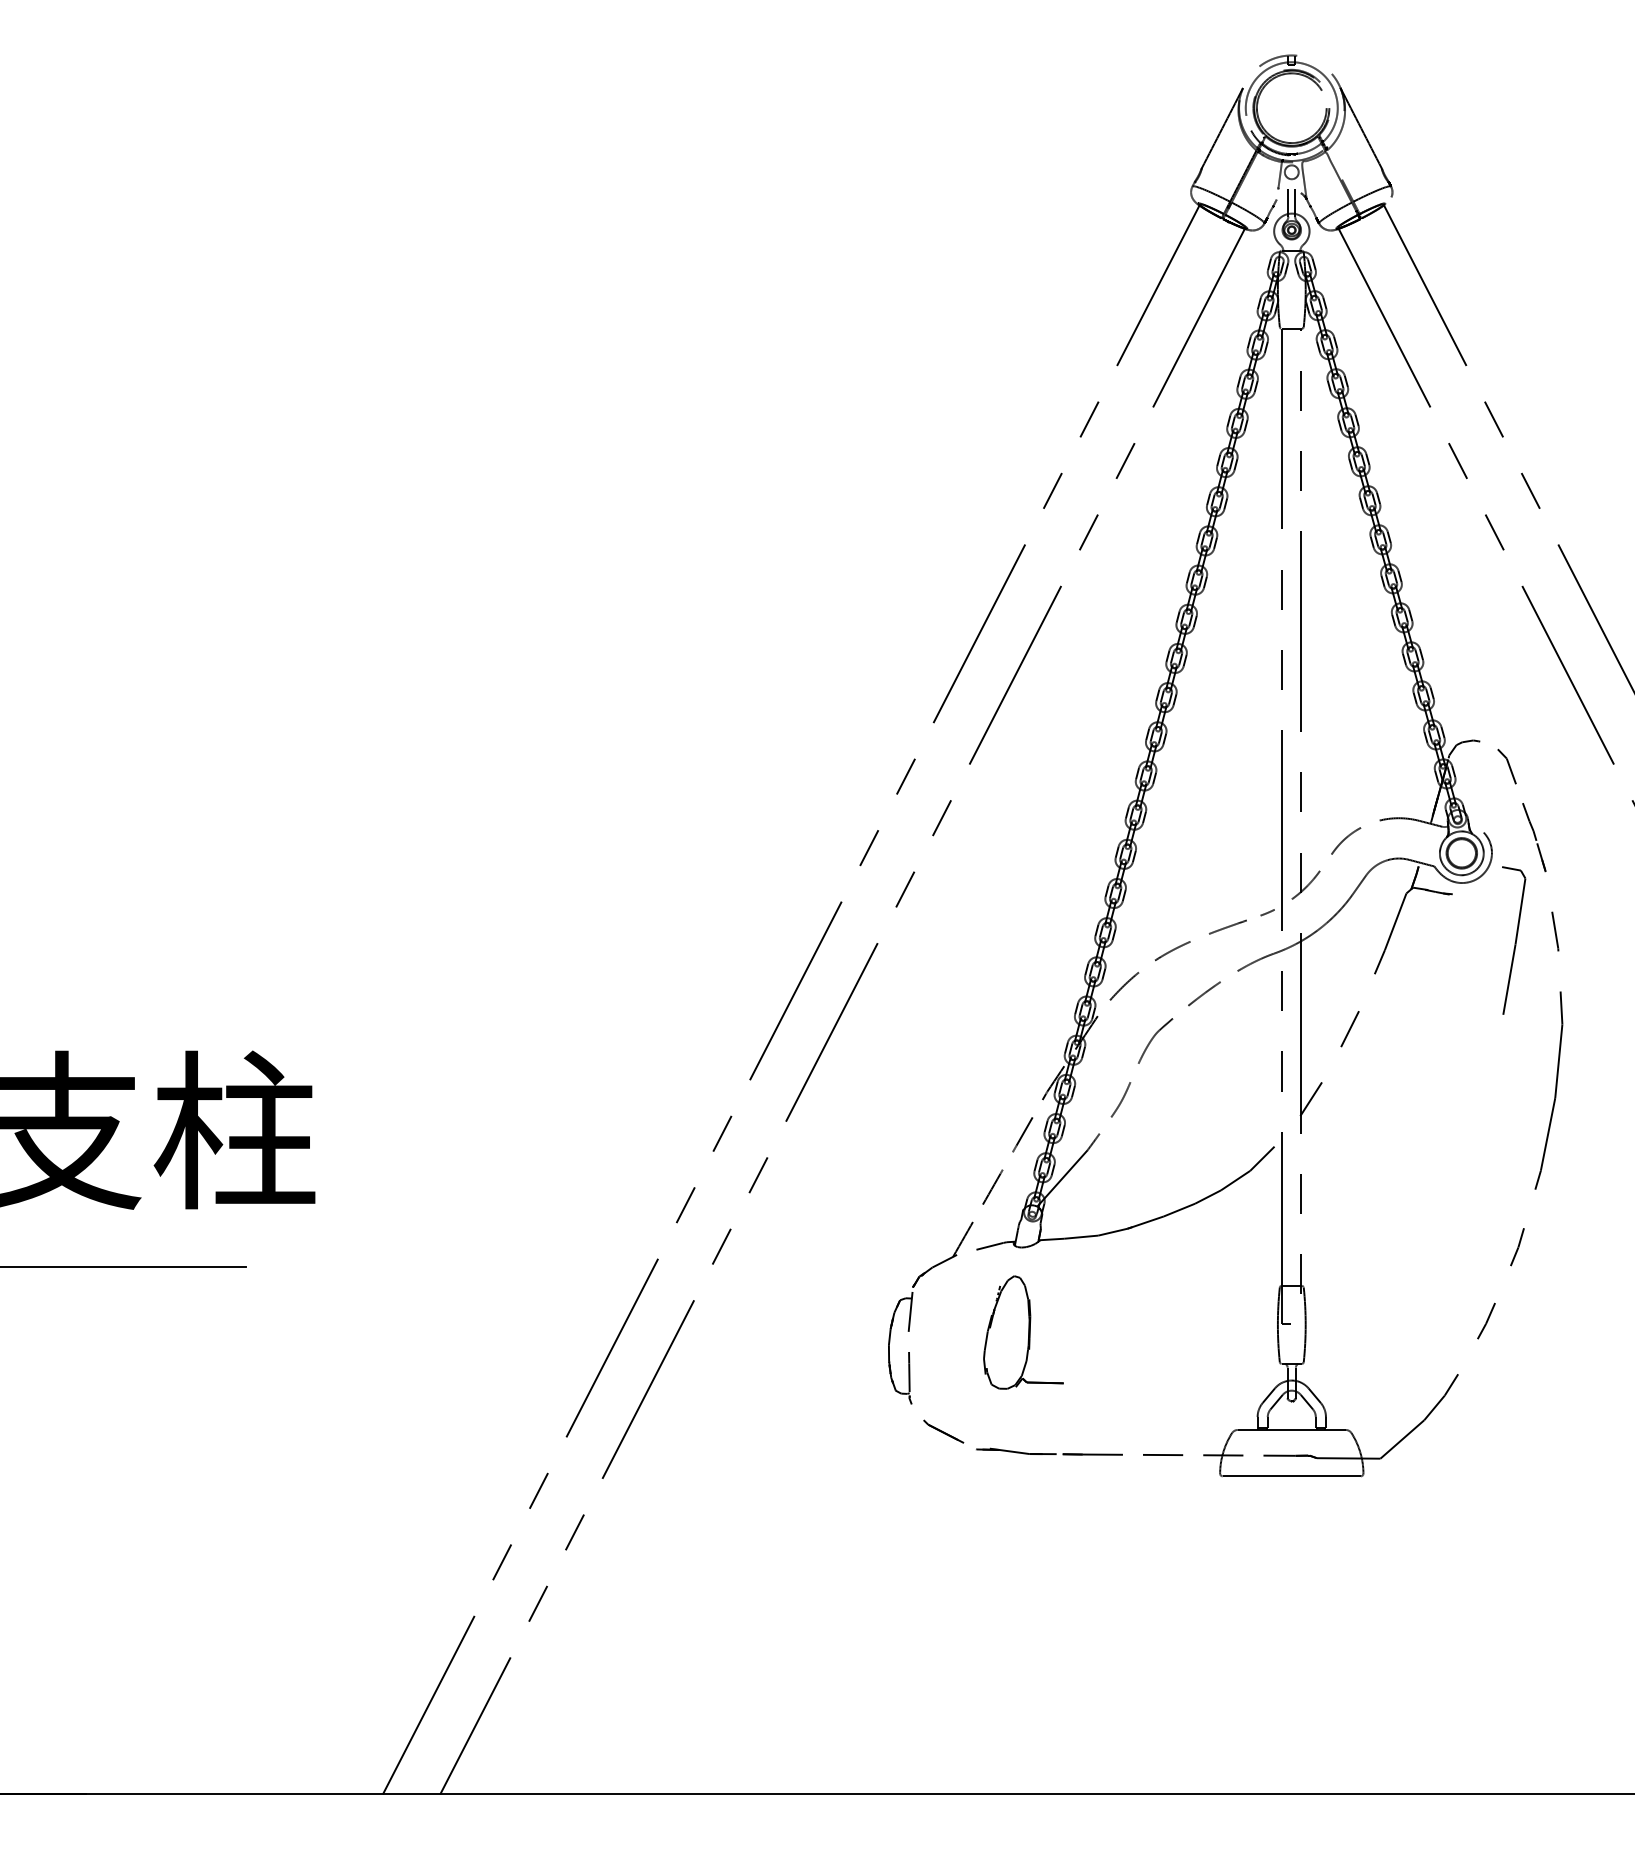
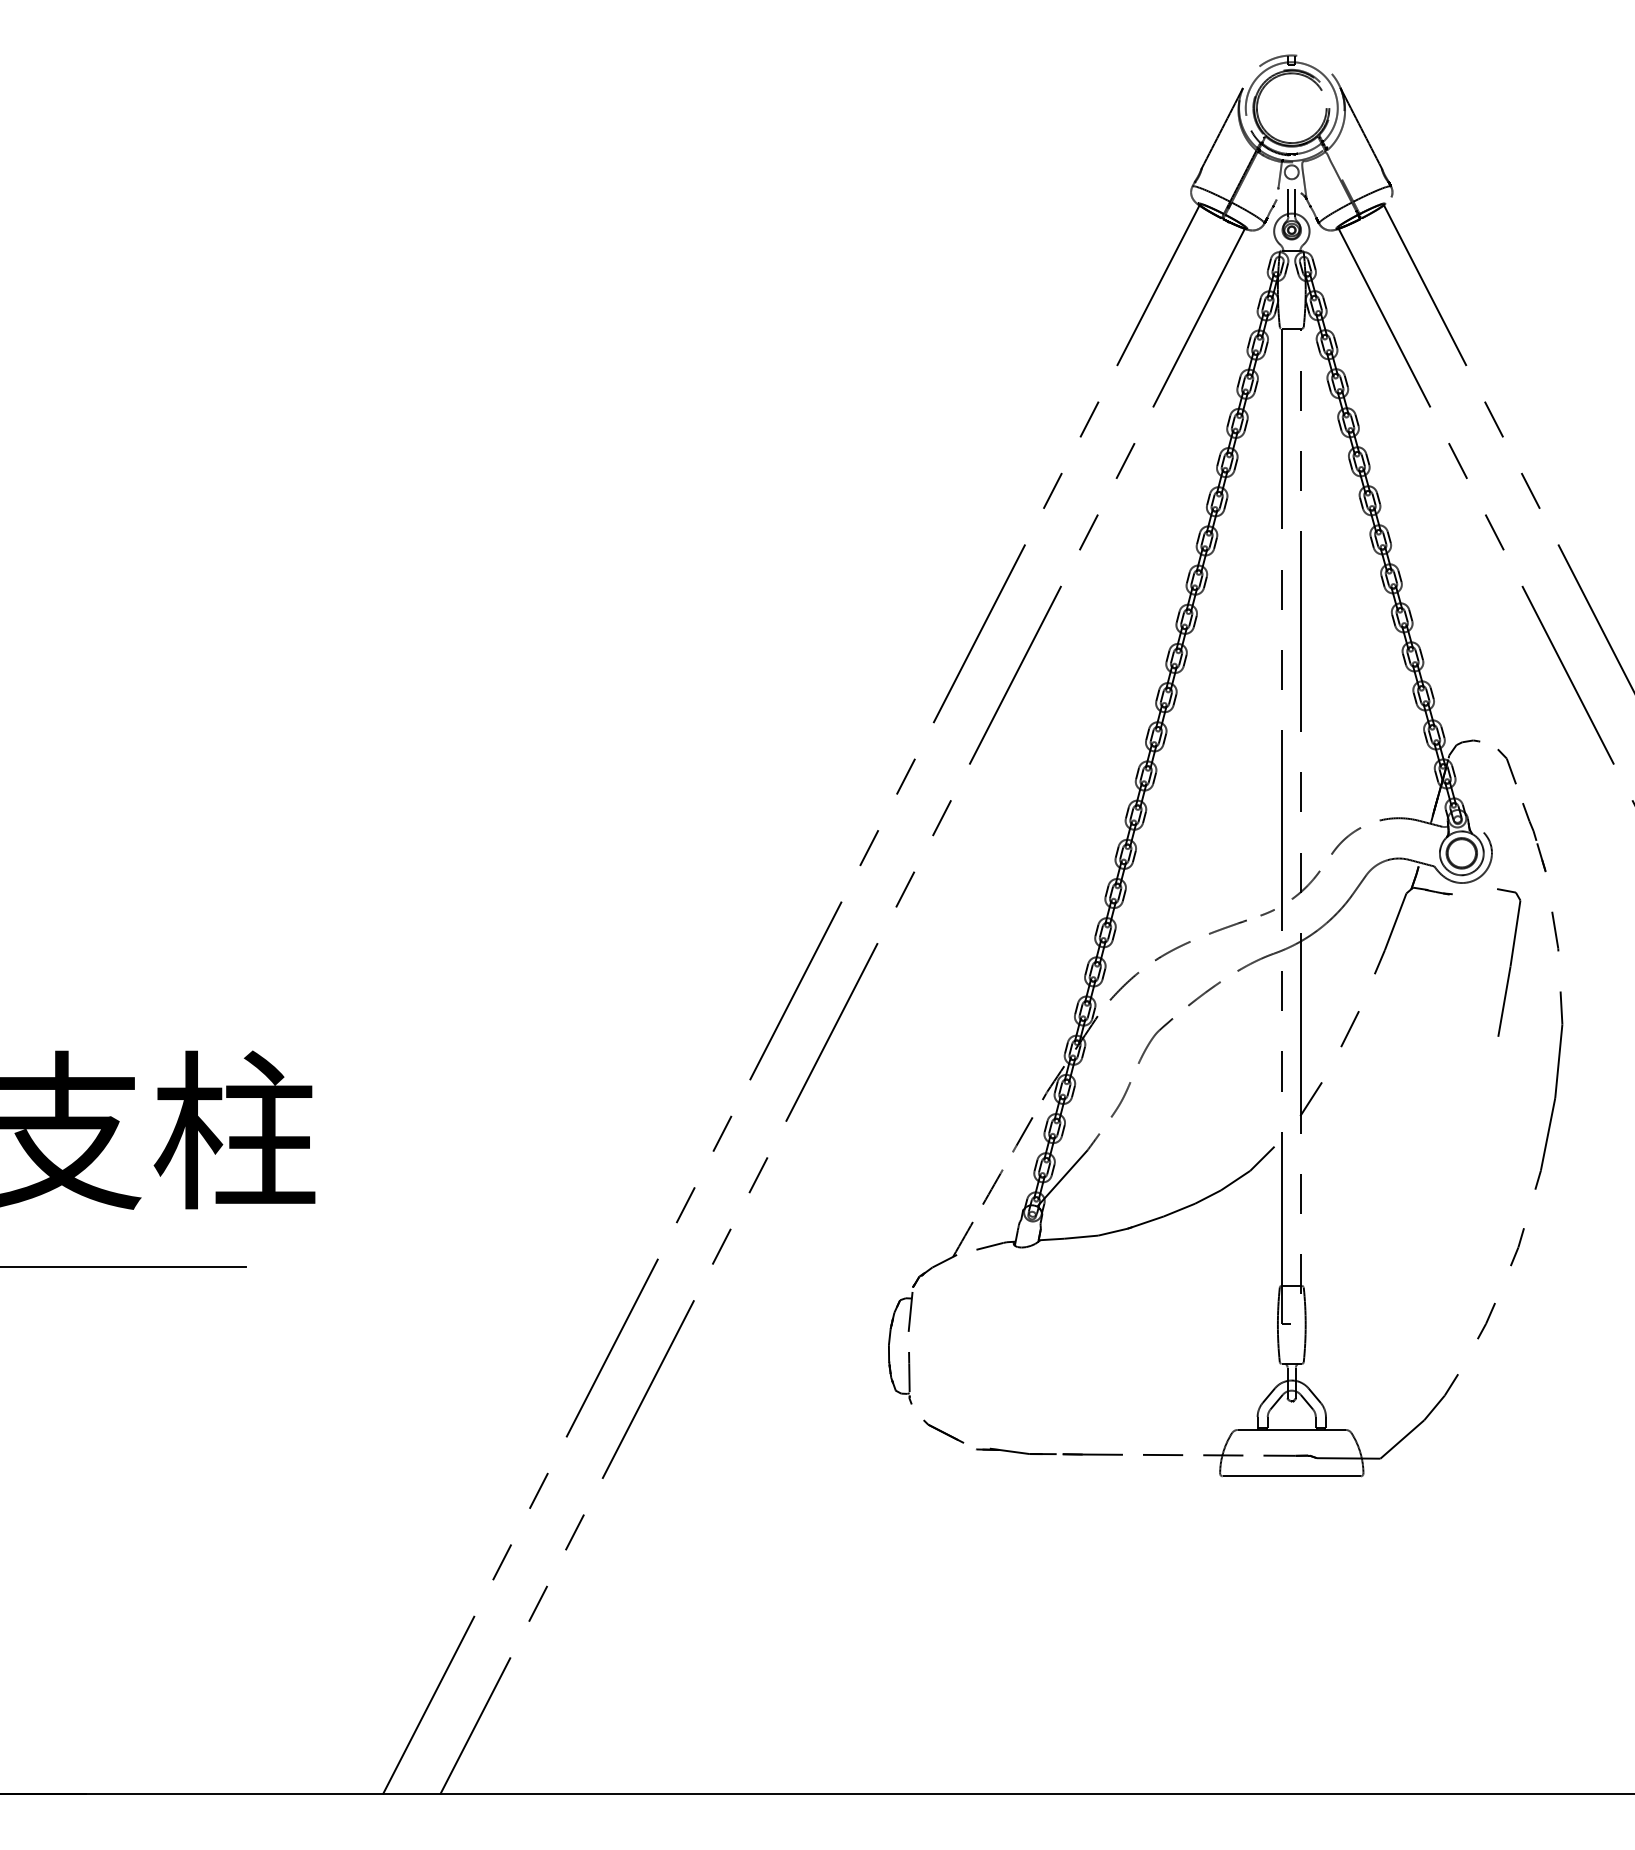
line at (1515, 940) position: (1515, 940) -> (1510, 962)
part at (1023, 1332): present -> none
